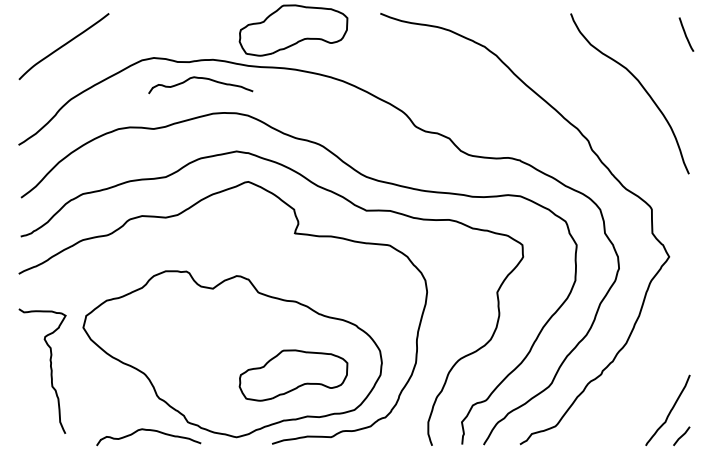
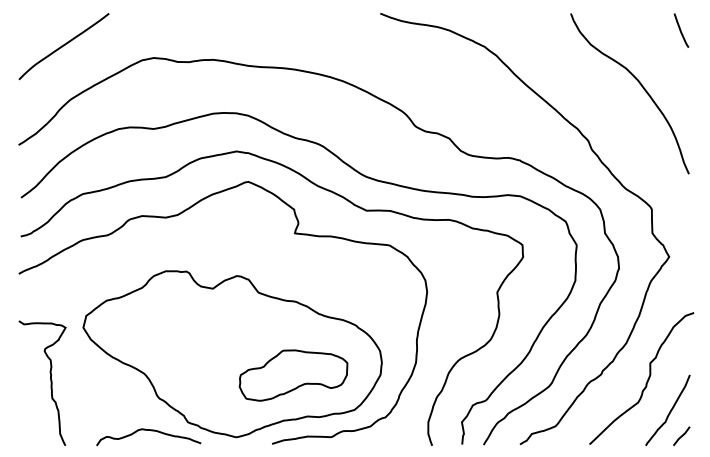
part at (293, 30): present -> none
curve at (686, 34) position: (686, 34) -> (681, 30)
curve at (203, 79): present -> none
curve at (50, 370) position: (50, 370) -> (50, 382)
curve at (646, 381): none -> present
